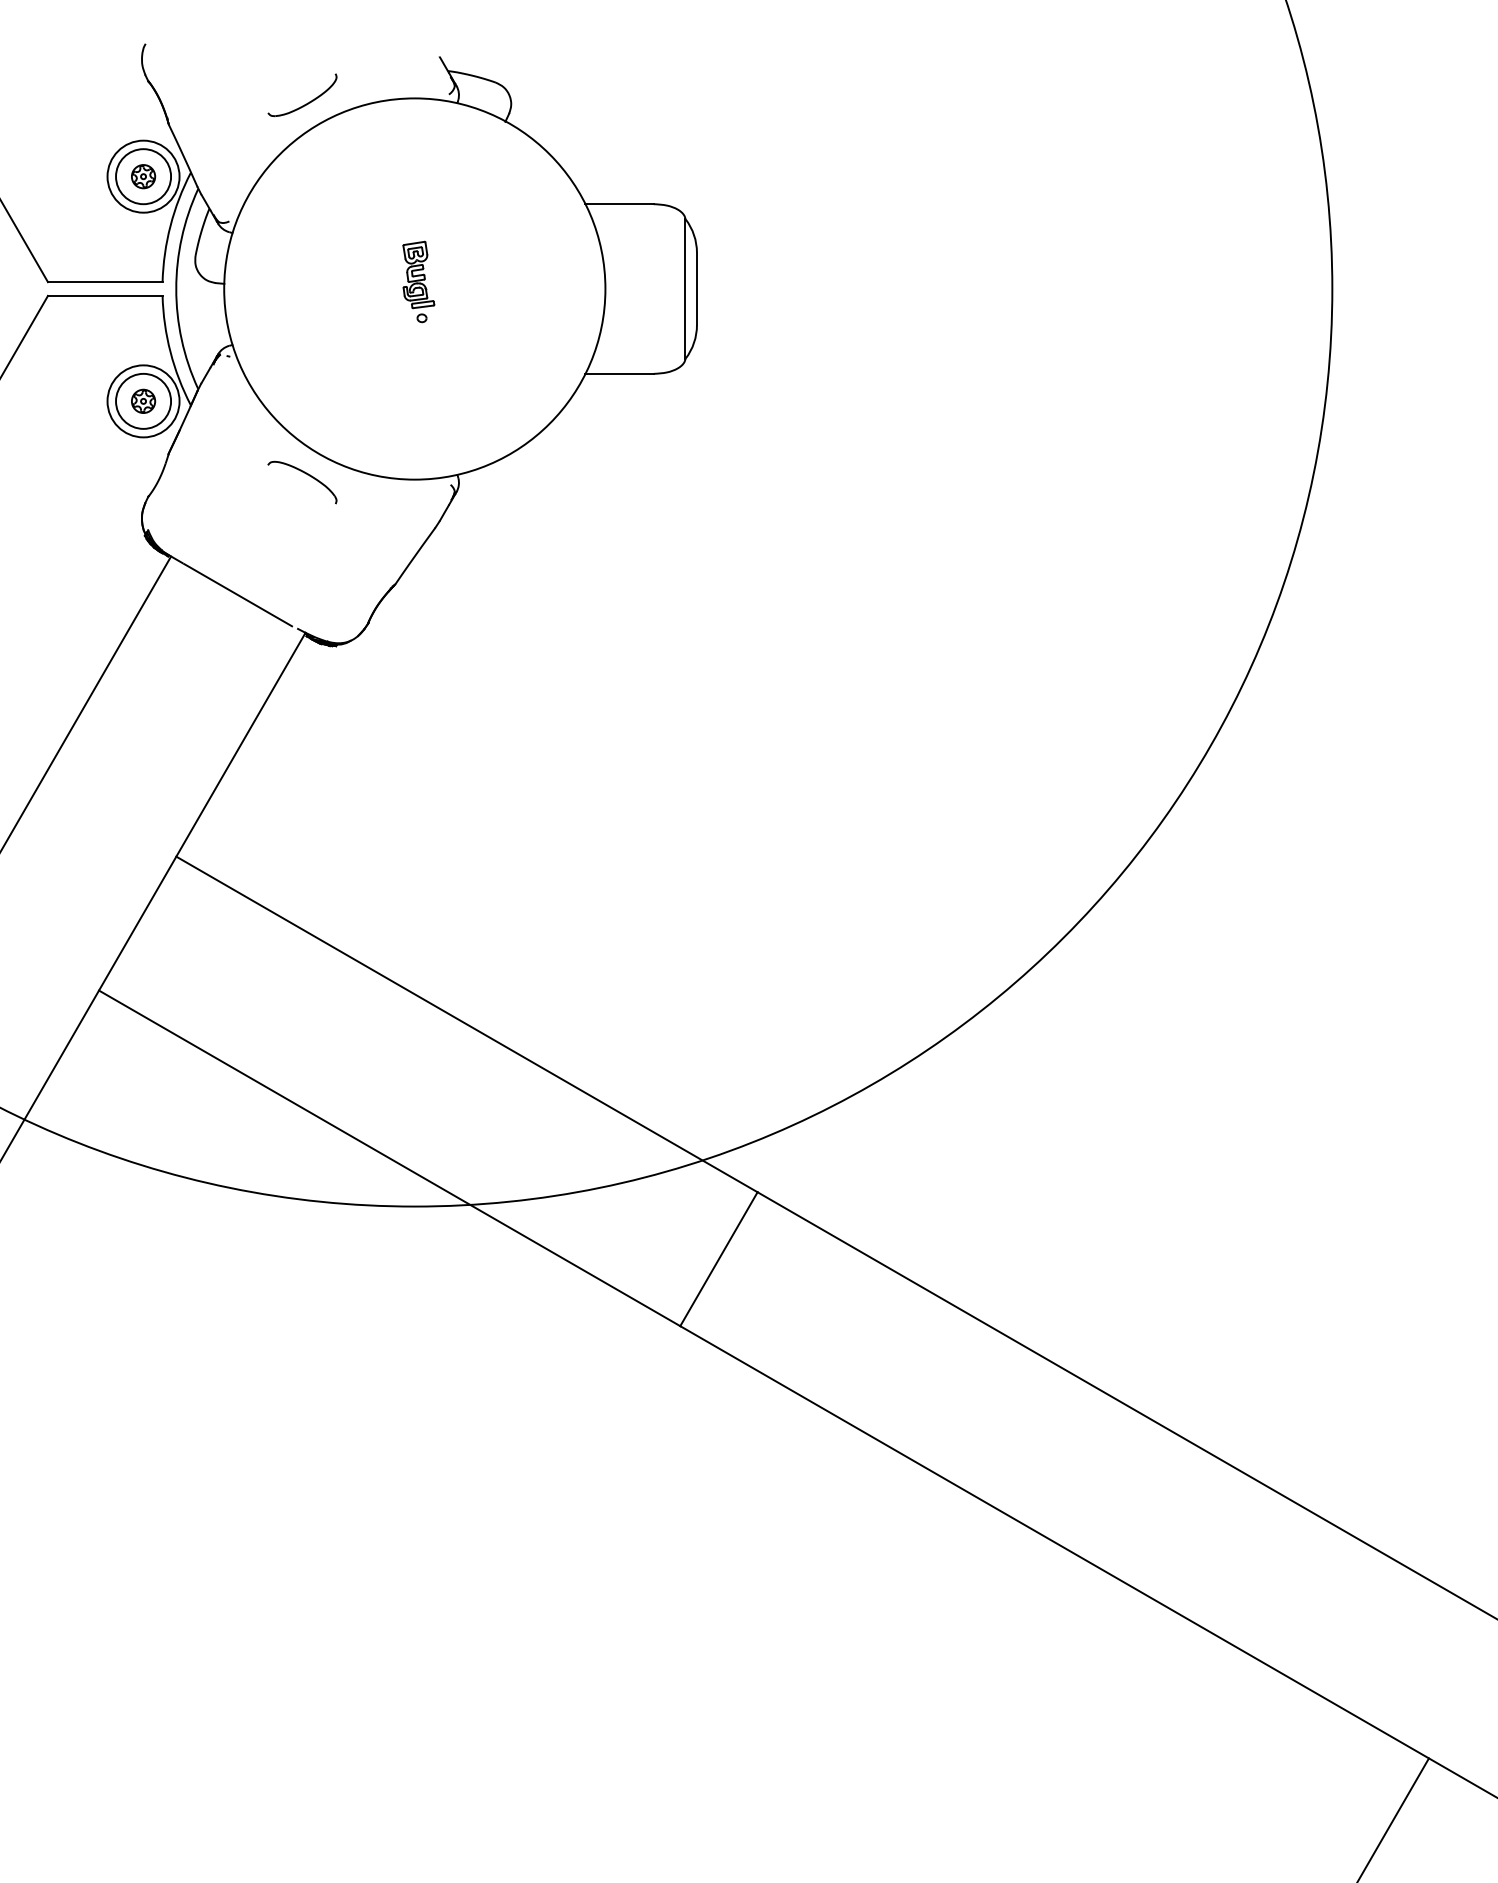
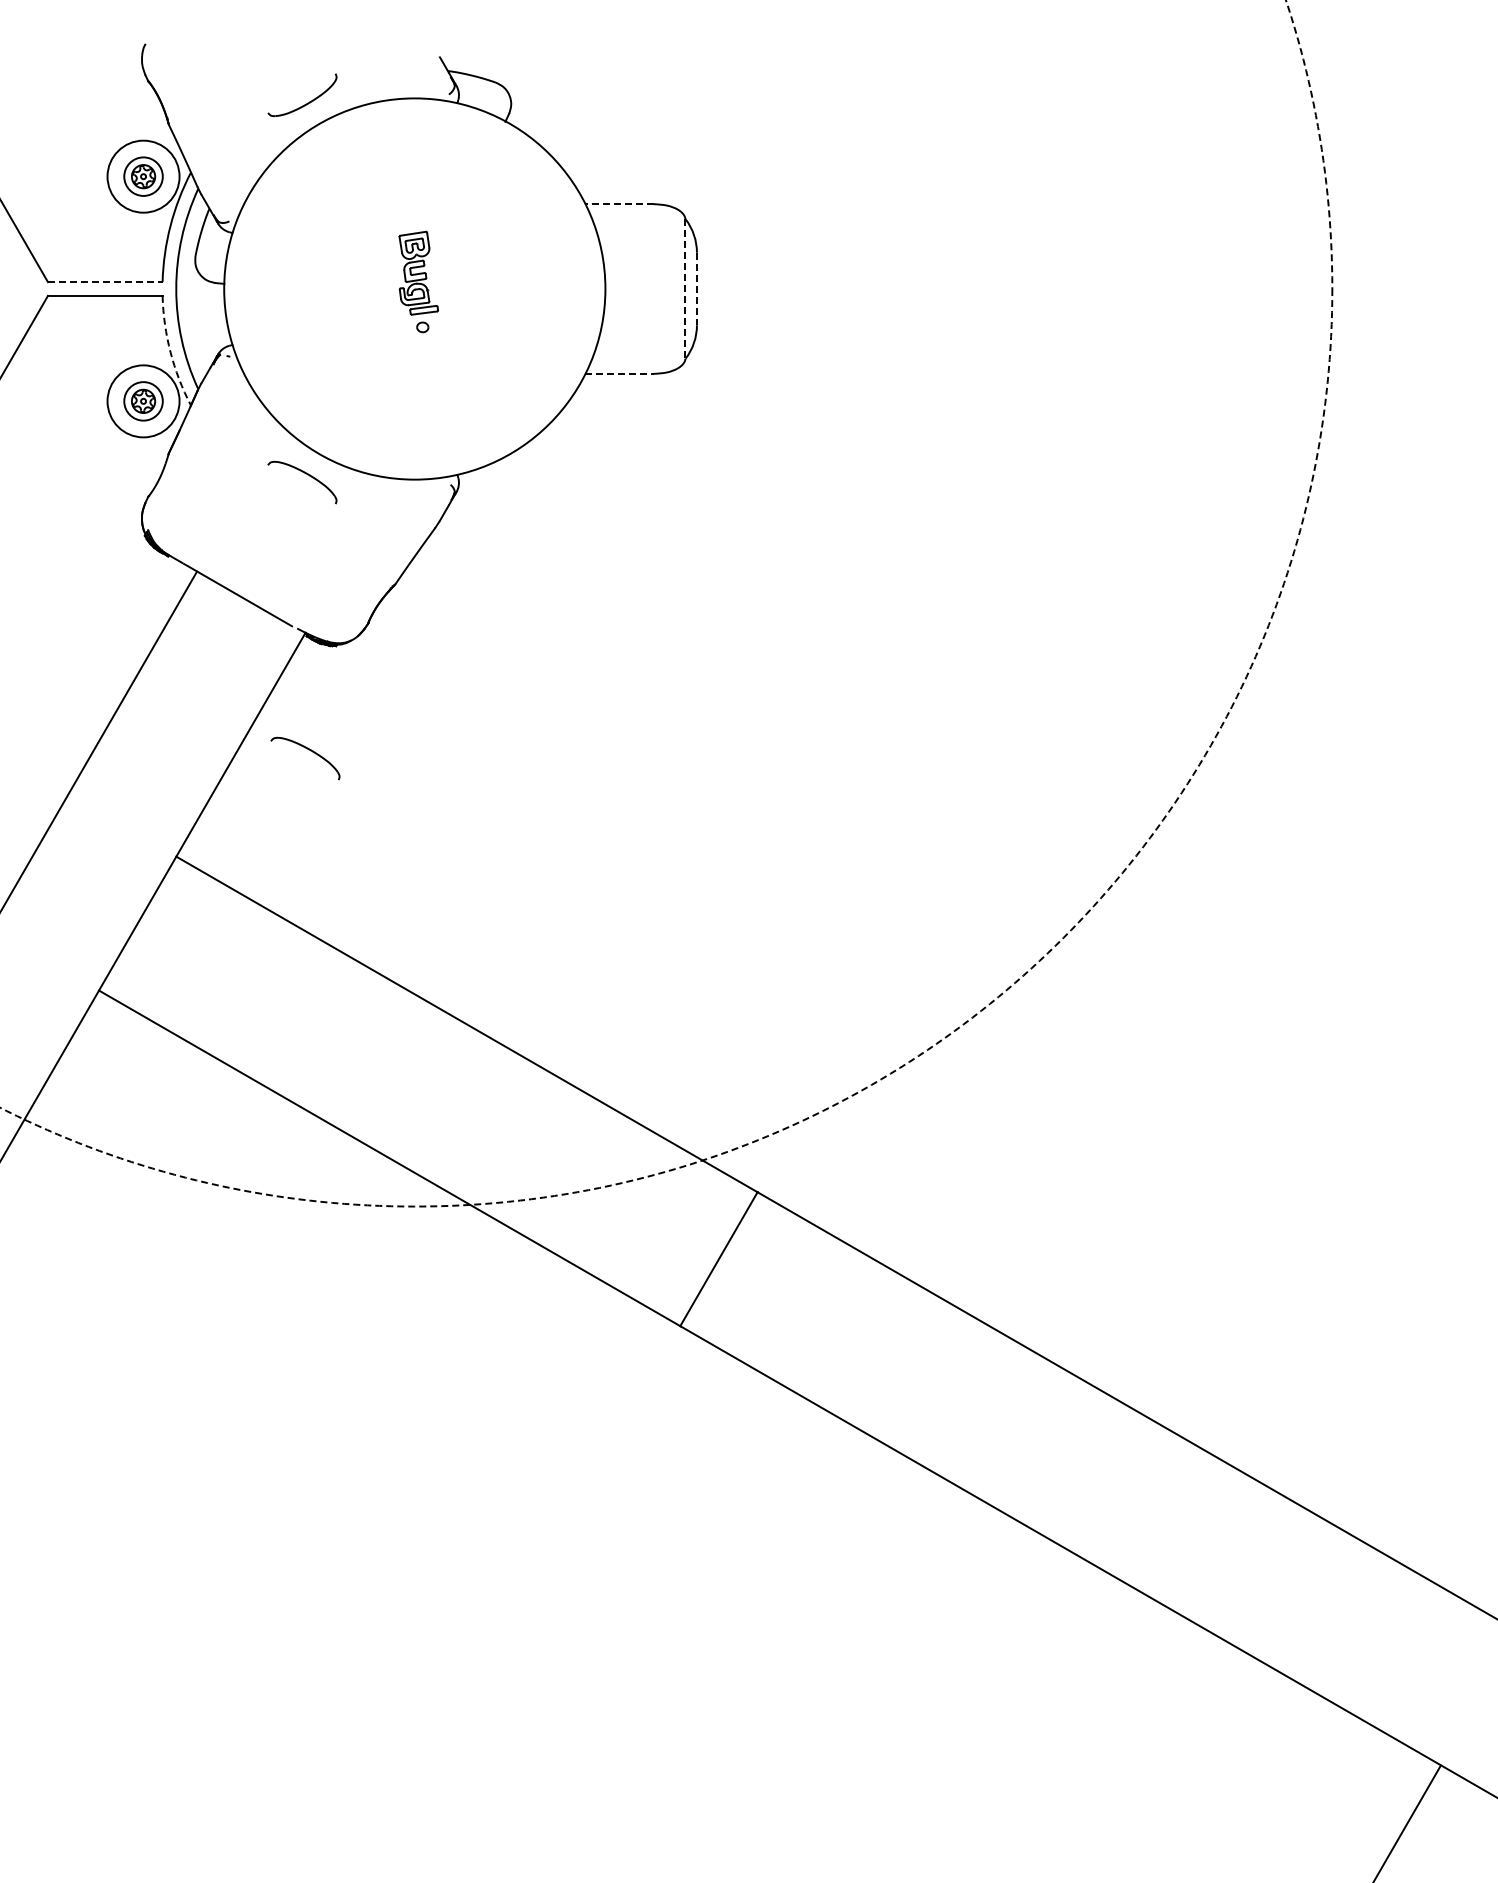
circle at (143, 176) diameter: 55 px -> 39 px
line at (619, 204): solid -> dashed
part at (418, 281) size: 34x84 px -> 42x104 px
line at (105, 282): solid -> dashed
line at (685, 289): solid -> dashed
line at (696, 289): solid -> dashed
arc at (170, 352): solid -> dashed
line at (619, 373): solid -> dashed
circle at (143, 400) diameter: 55 px -> 39 px
circle at (666, 603): solid -> dashed
line at (86, 702) position: (86, 702) -> (99, 740)
part at (310, 751): none -> present
line at (1393, 1818) position: (1393, 1818) -> (1407, 1822)
